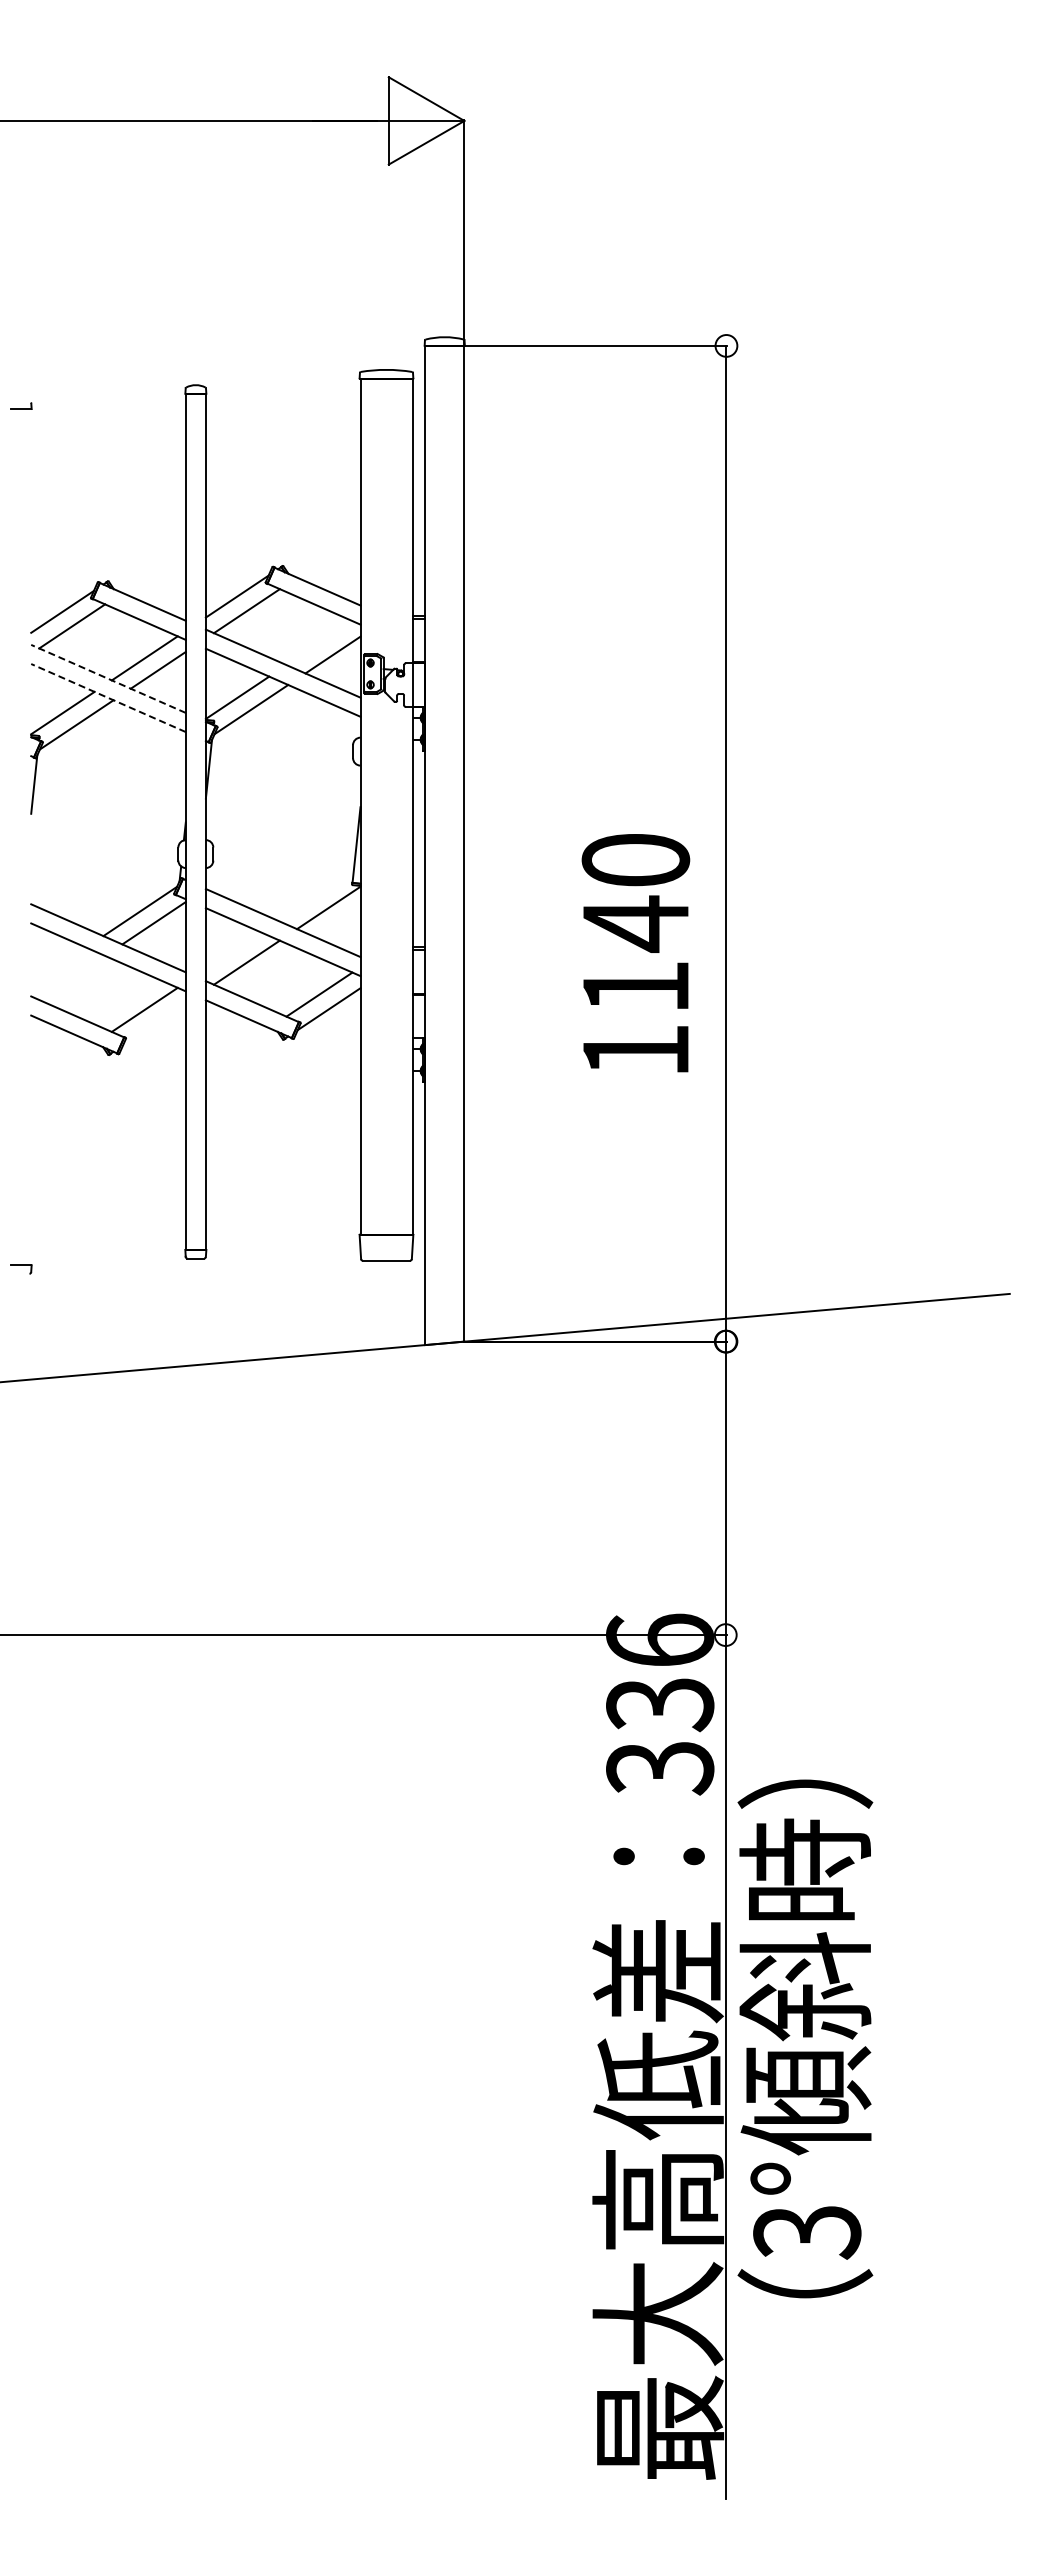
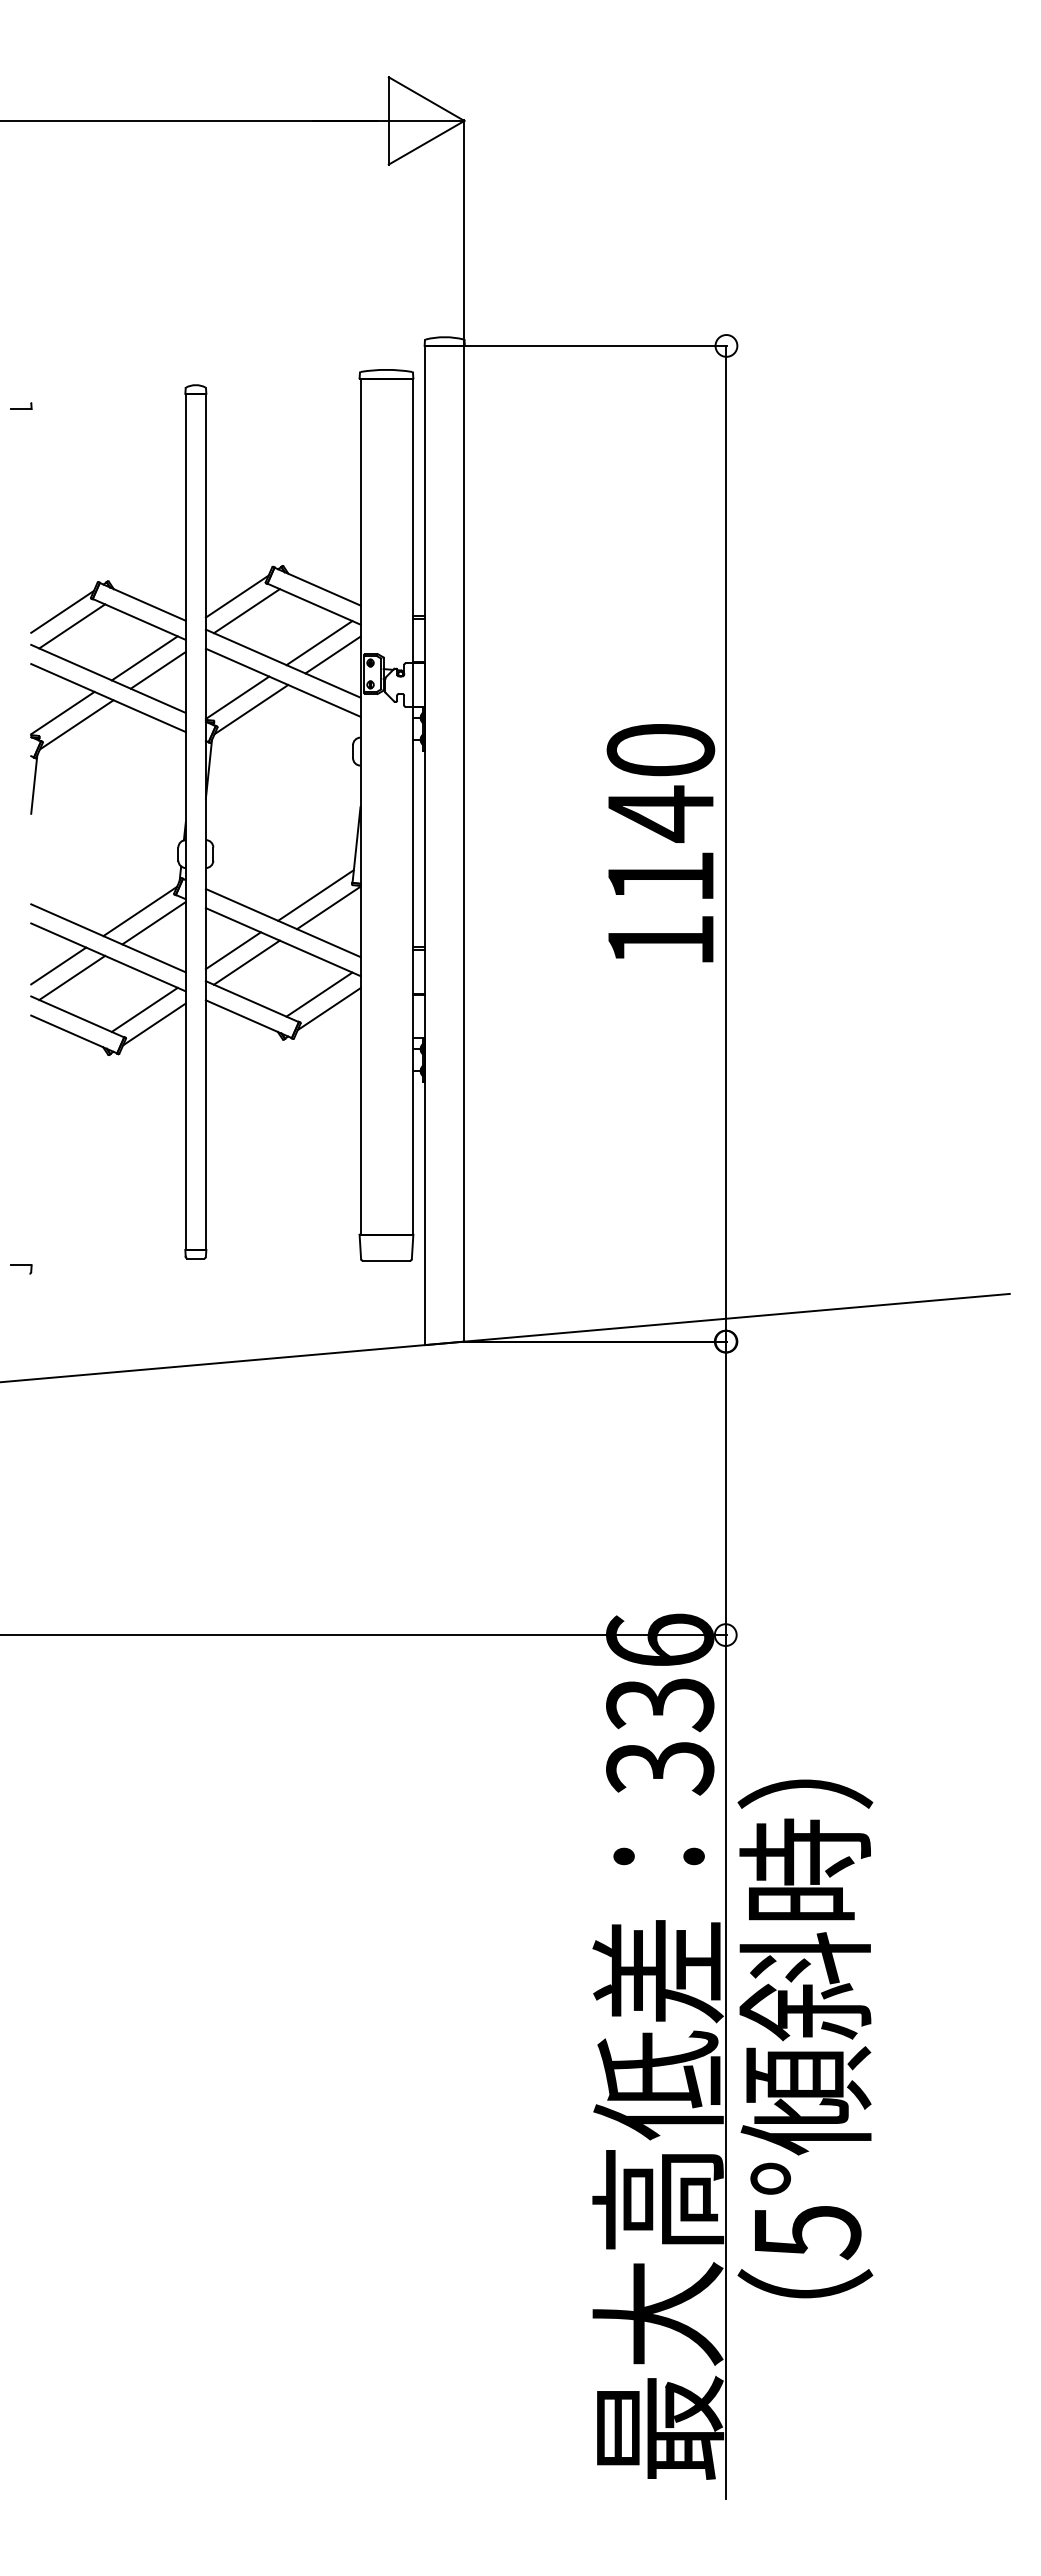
line at (319, 643): none -> present
line at (108, 678): dashed -> solid
line at (108, 697): dashed -> solid
line at (315, 895): none -> present
line at (232, 950): none -> present
text at (635, 953) position: (635, 953) -> (660, 843)
line at (58, 965): none -> present
line at (72, 977): none -> present
line at (154, 1024): none -> present
text at (807, 2233): 3° -> 5°
